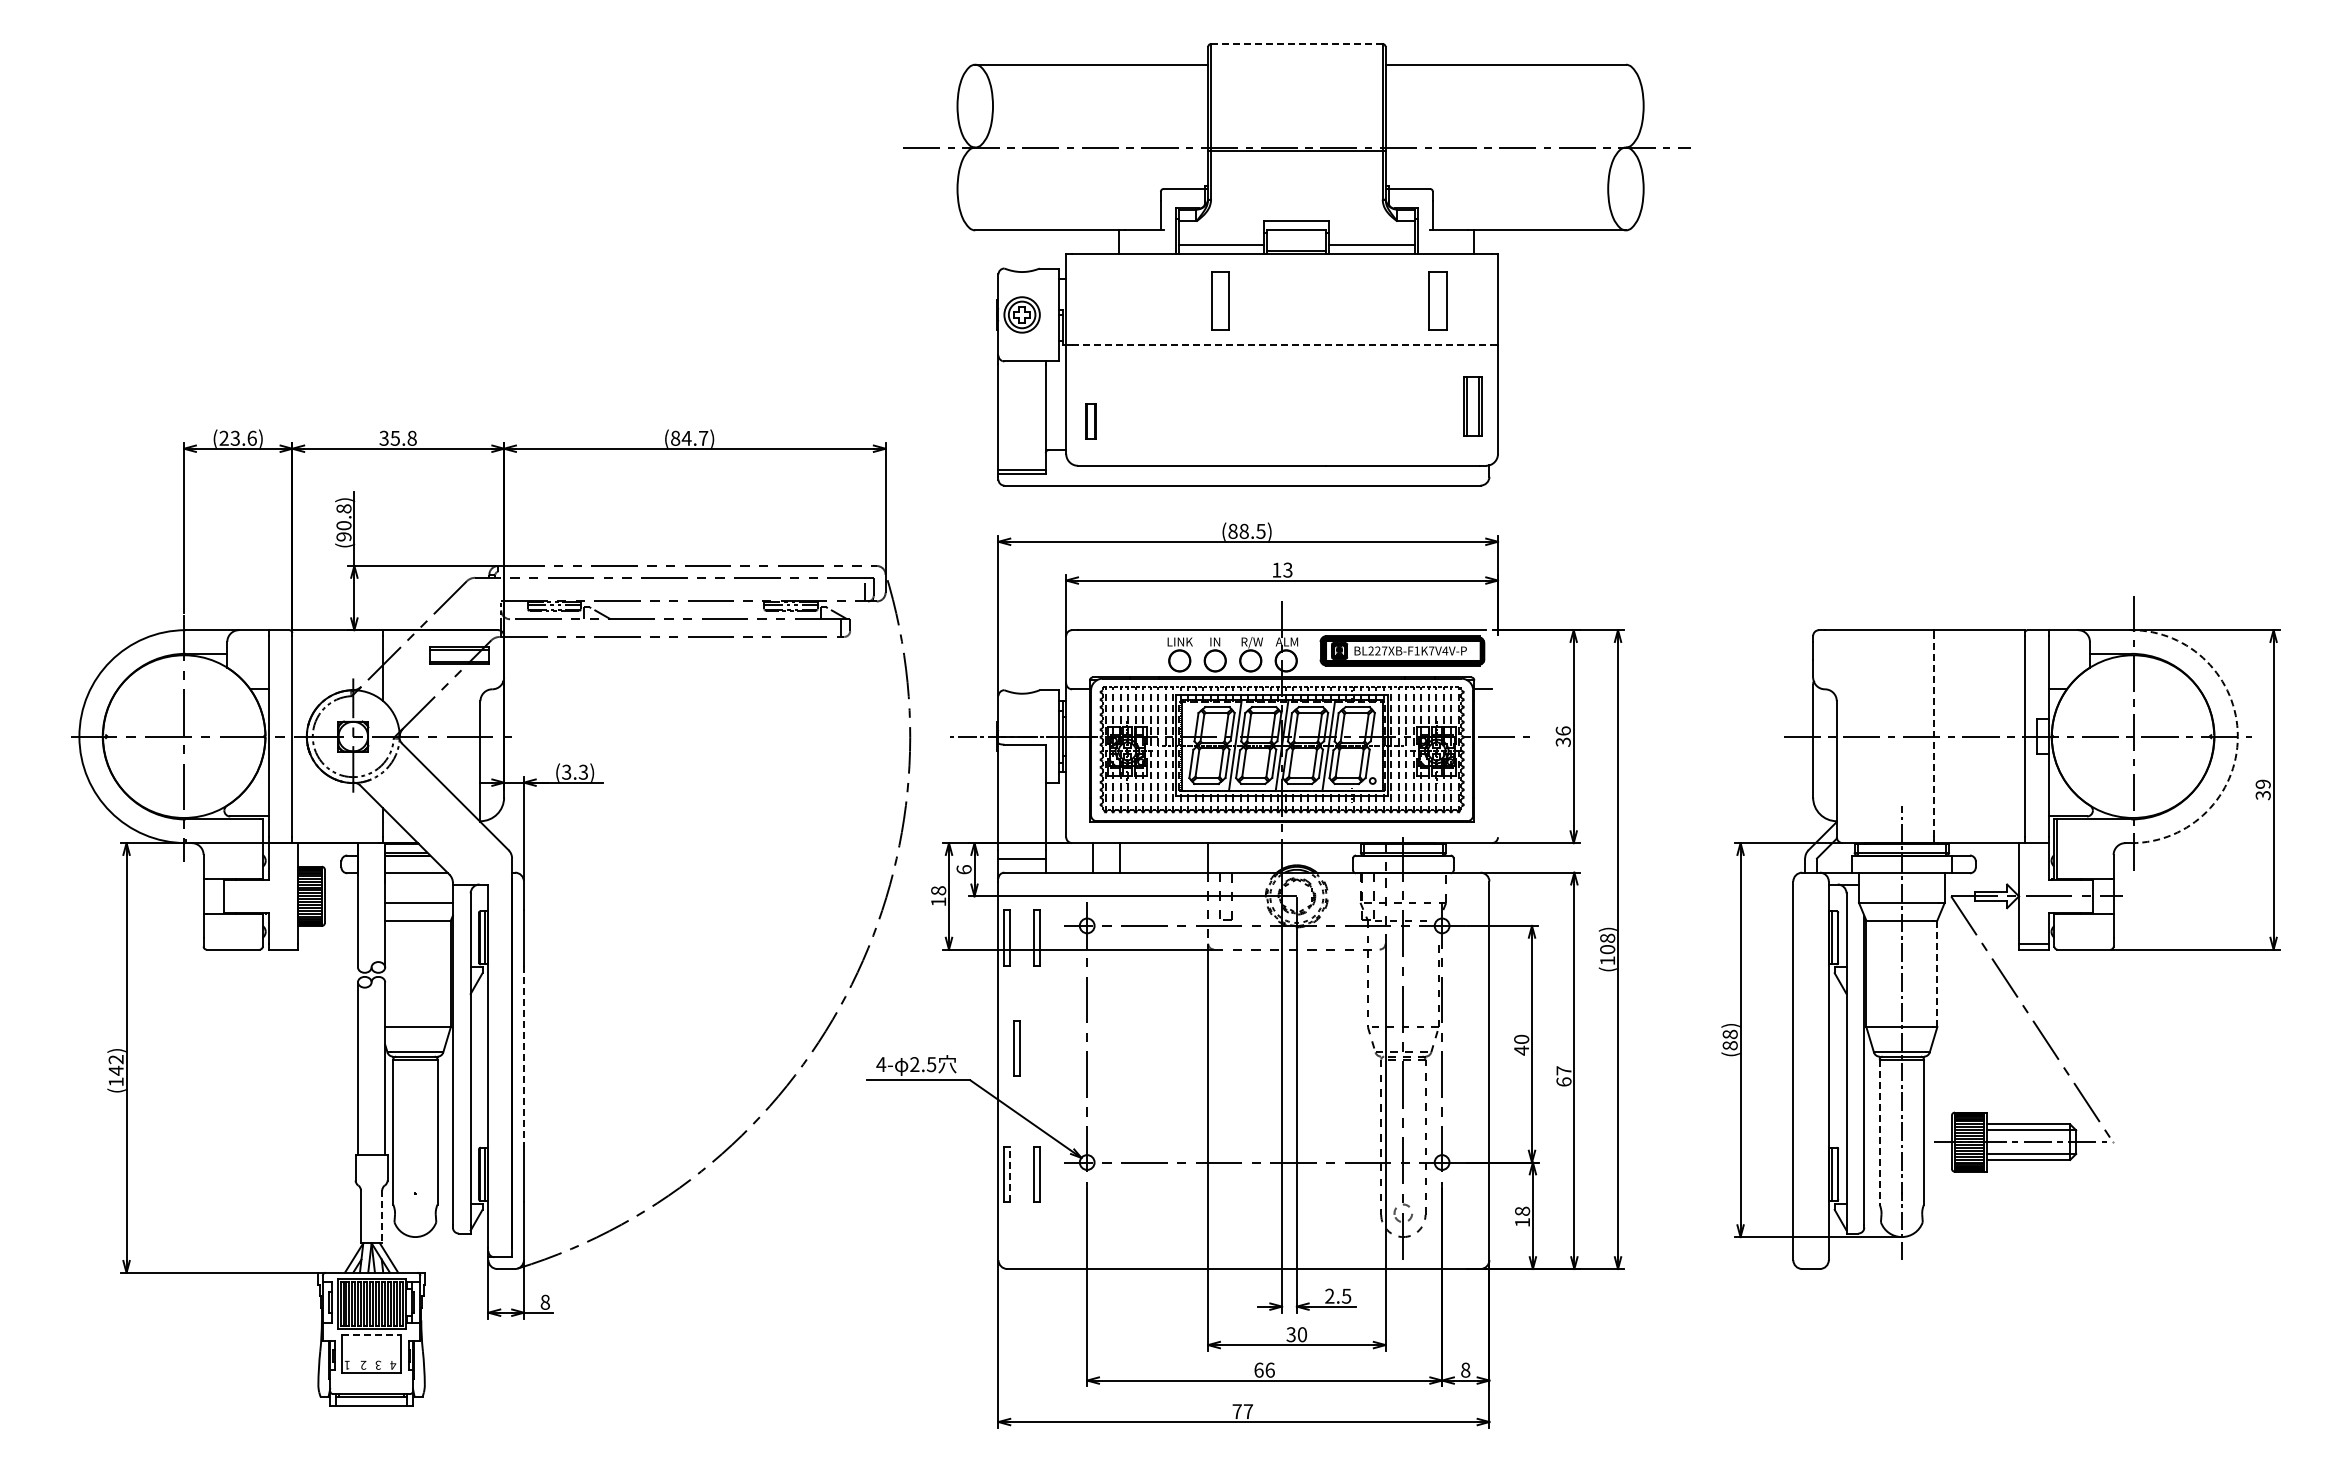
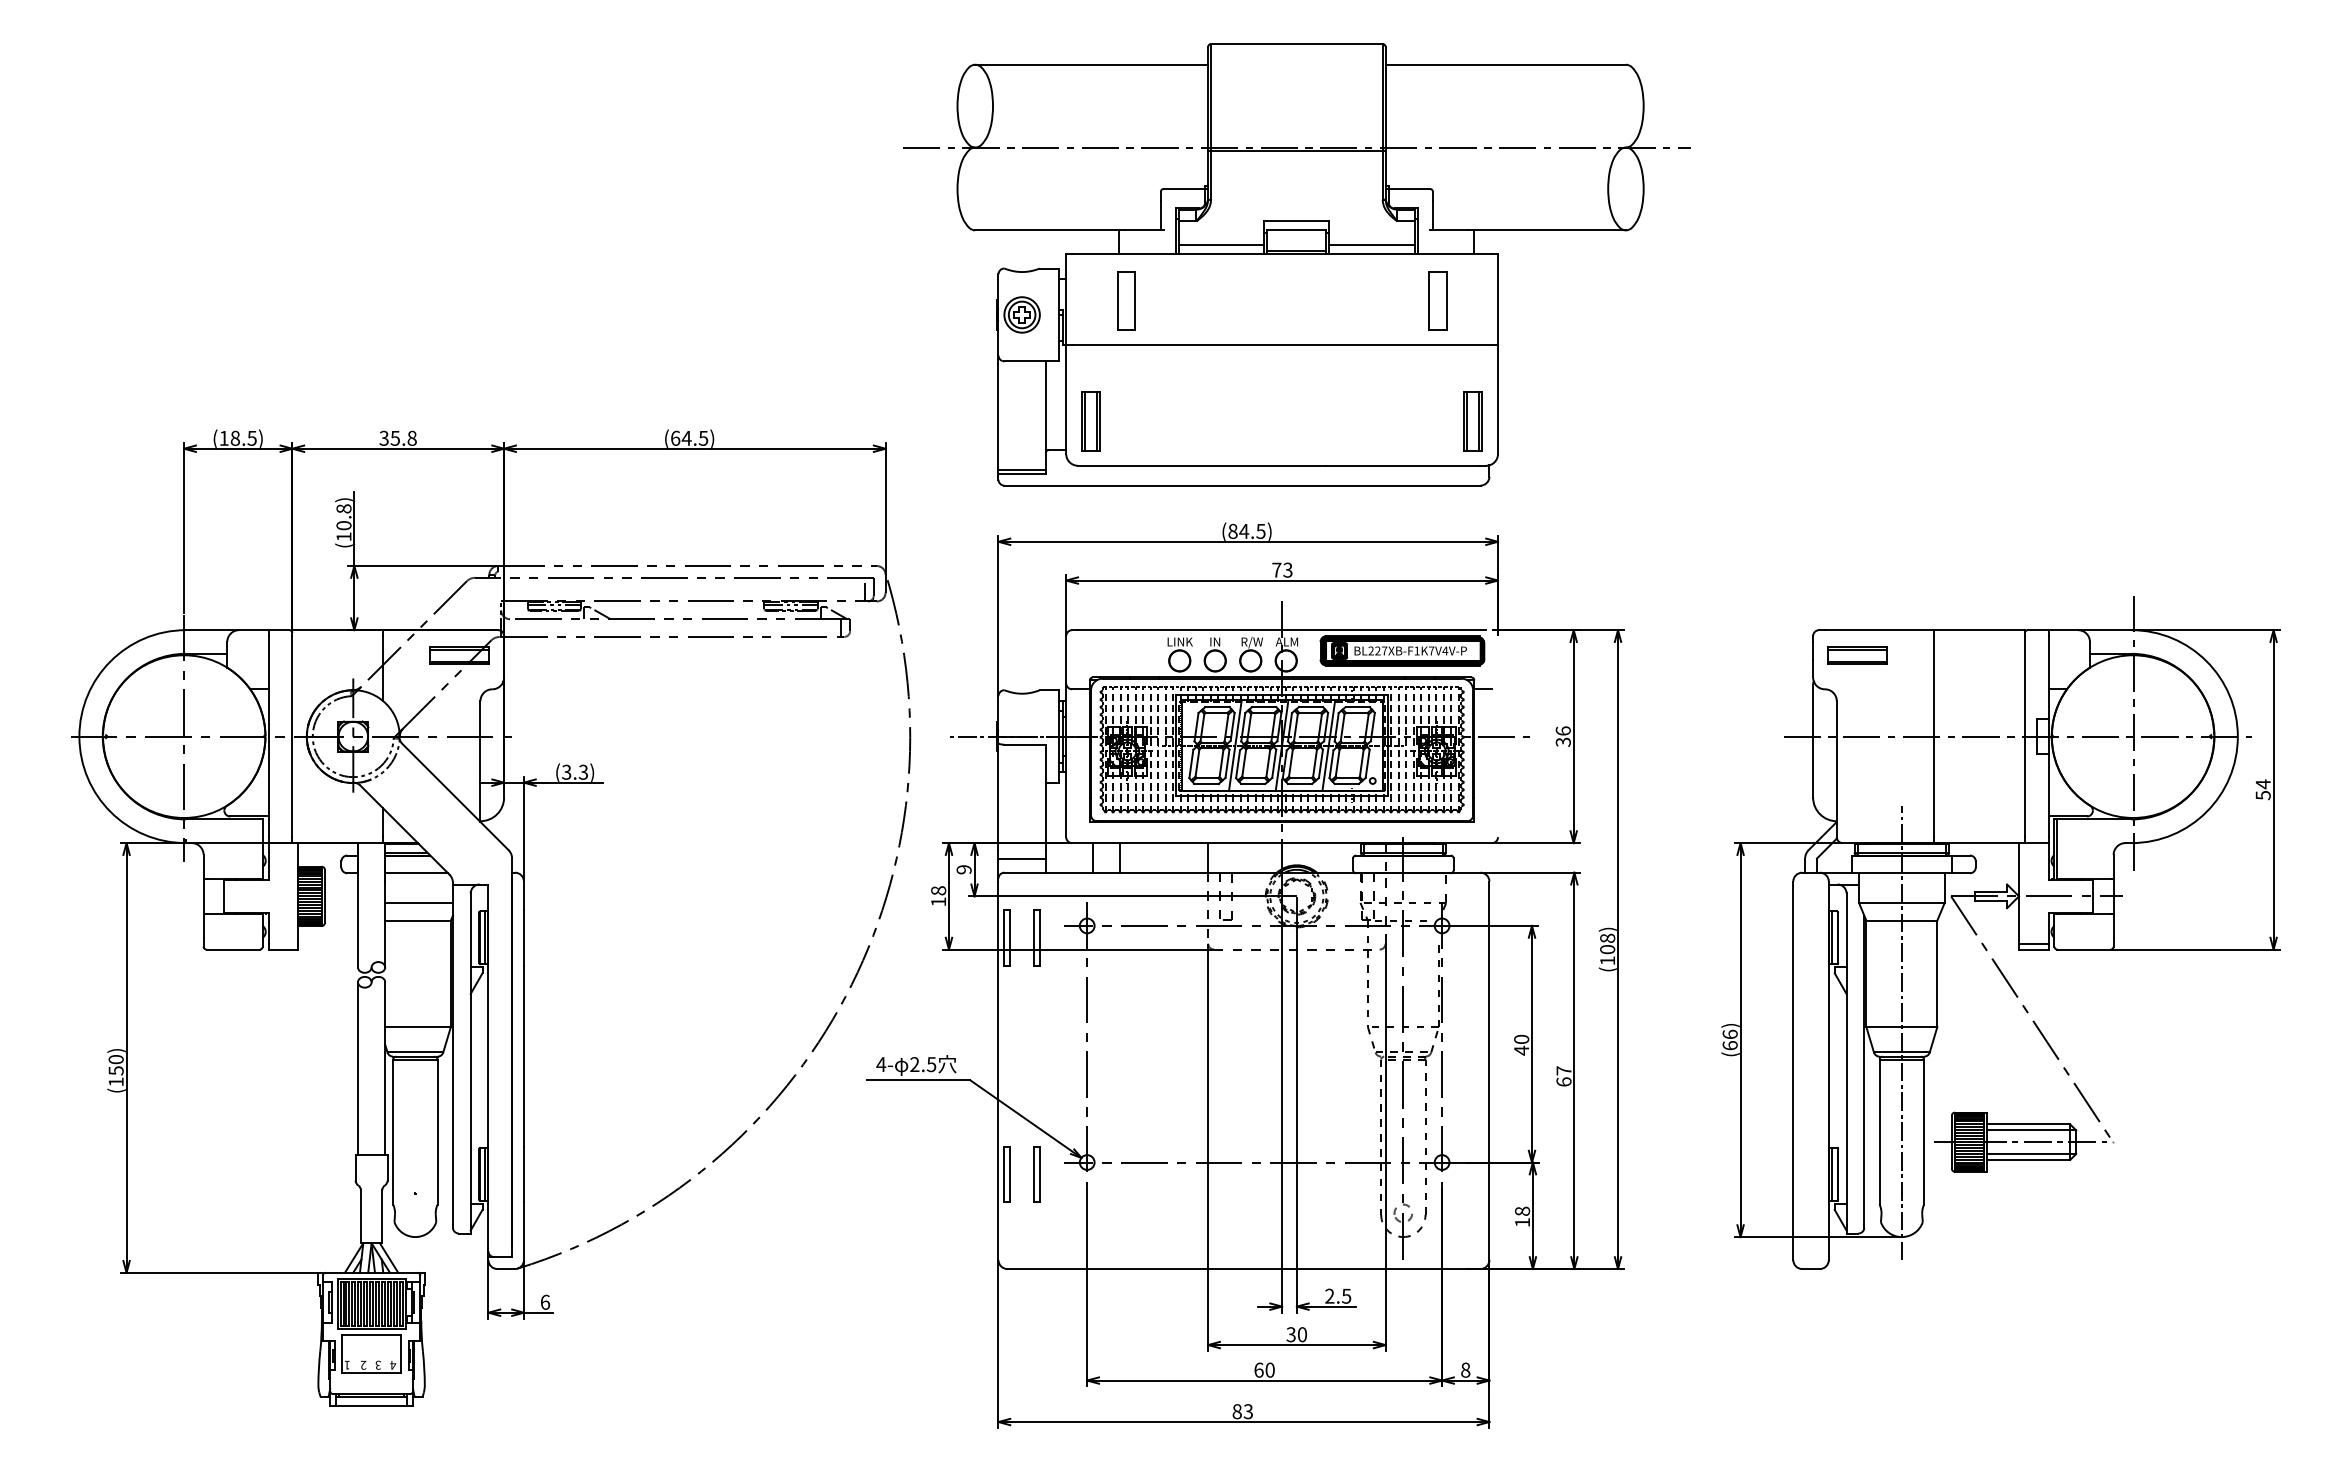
line at (1296, 44): dashed -> solid
part at (1220, 300) position: (1220, 300) -> (1126, 300)
line at (1282, 344): dashed -> solid
part at (1472, 406) position: (1472, 406) -> (1472, 421)
part at (1090, 421) size: 12x37 px -> 20x61 px
text at (237, 437): (23.6) -> (18.5)
text at (689, 437): (84.7) -> (64.5)
text at (1244, 530): (88.5) -> (84.5)
text at (343, 536): (90.8) -> (10.8)
text at (1276, 569): 13 -> 73
part at (1857, 655): none -> present
line at (1934, 736): dashed -> solid
arc at (2237, 736): dashed -> solid
text at (2262, 789): 39 -> 54
text at (963, 869): 6 -> 9
line at (1937, 973): dashed -> solid
text at (1729, 1039): (88) -> (66)
part at (1016, 1048): present -> none
line at (523, 1056): dashed -> solid
text at (115, 1065): (142) -> (150)
line at (1879, 1132): dashed -> solid
line at (1010, 1174): dashed -> solid
line at (382, 1217): dashed -> solid
text at (545, 1301): 8 -> 6
line at (371, 1334): dashed -> solid
text at (1269, 1369): 66 -> 60
text at (1242, 1411): 77 -> 83
